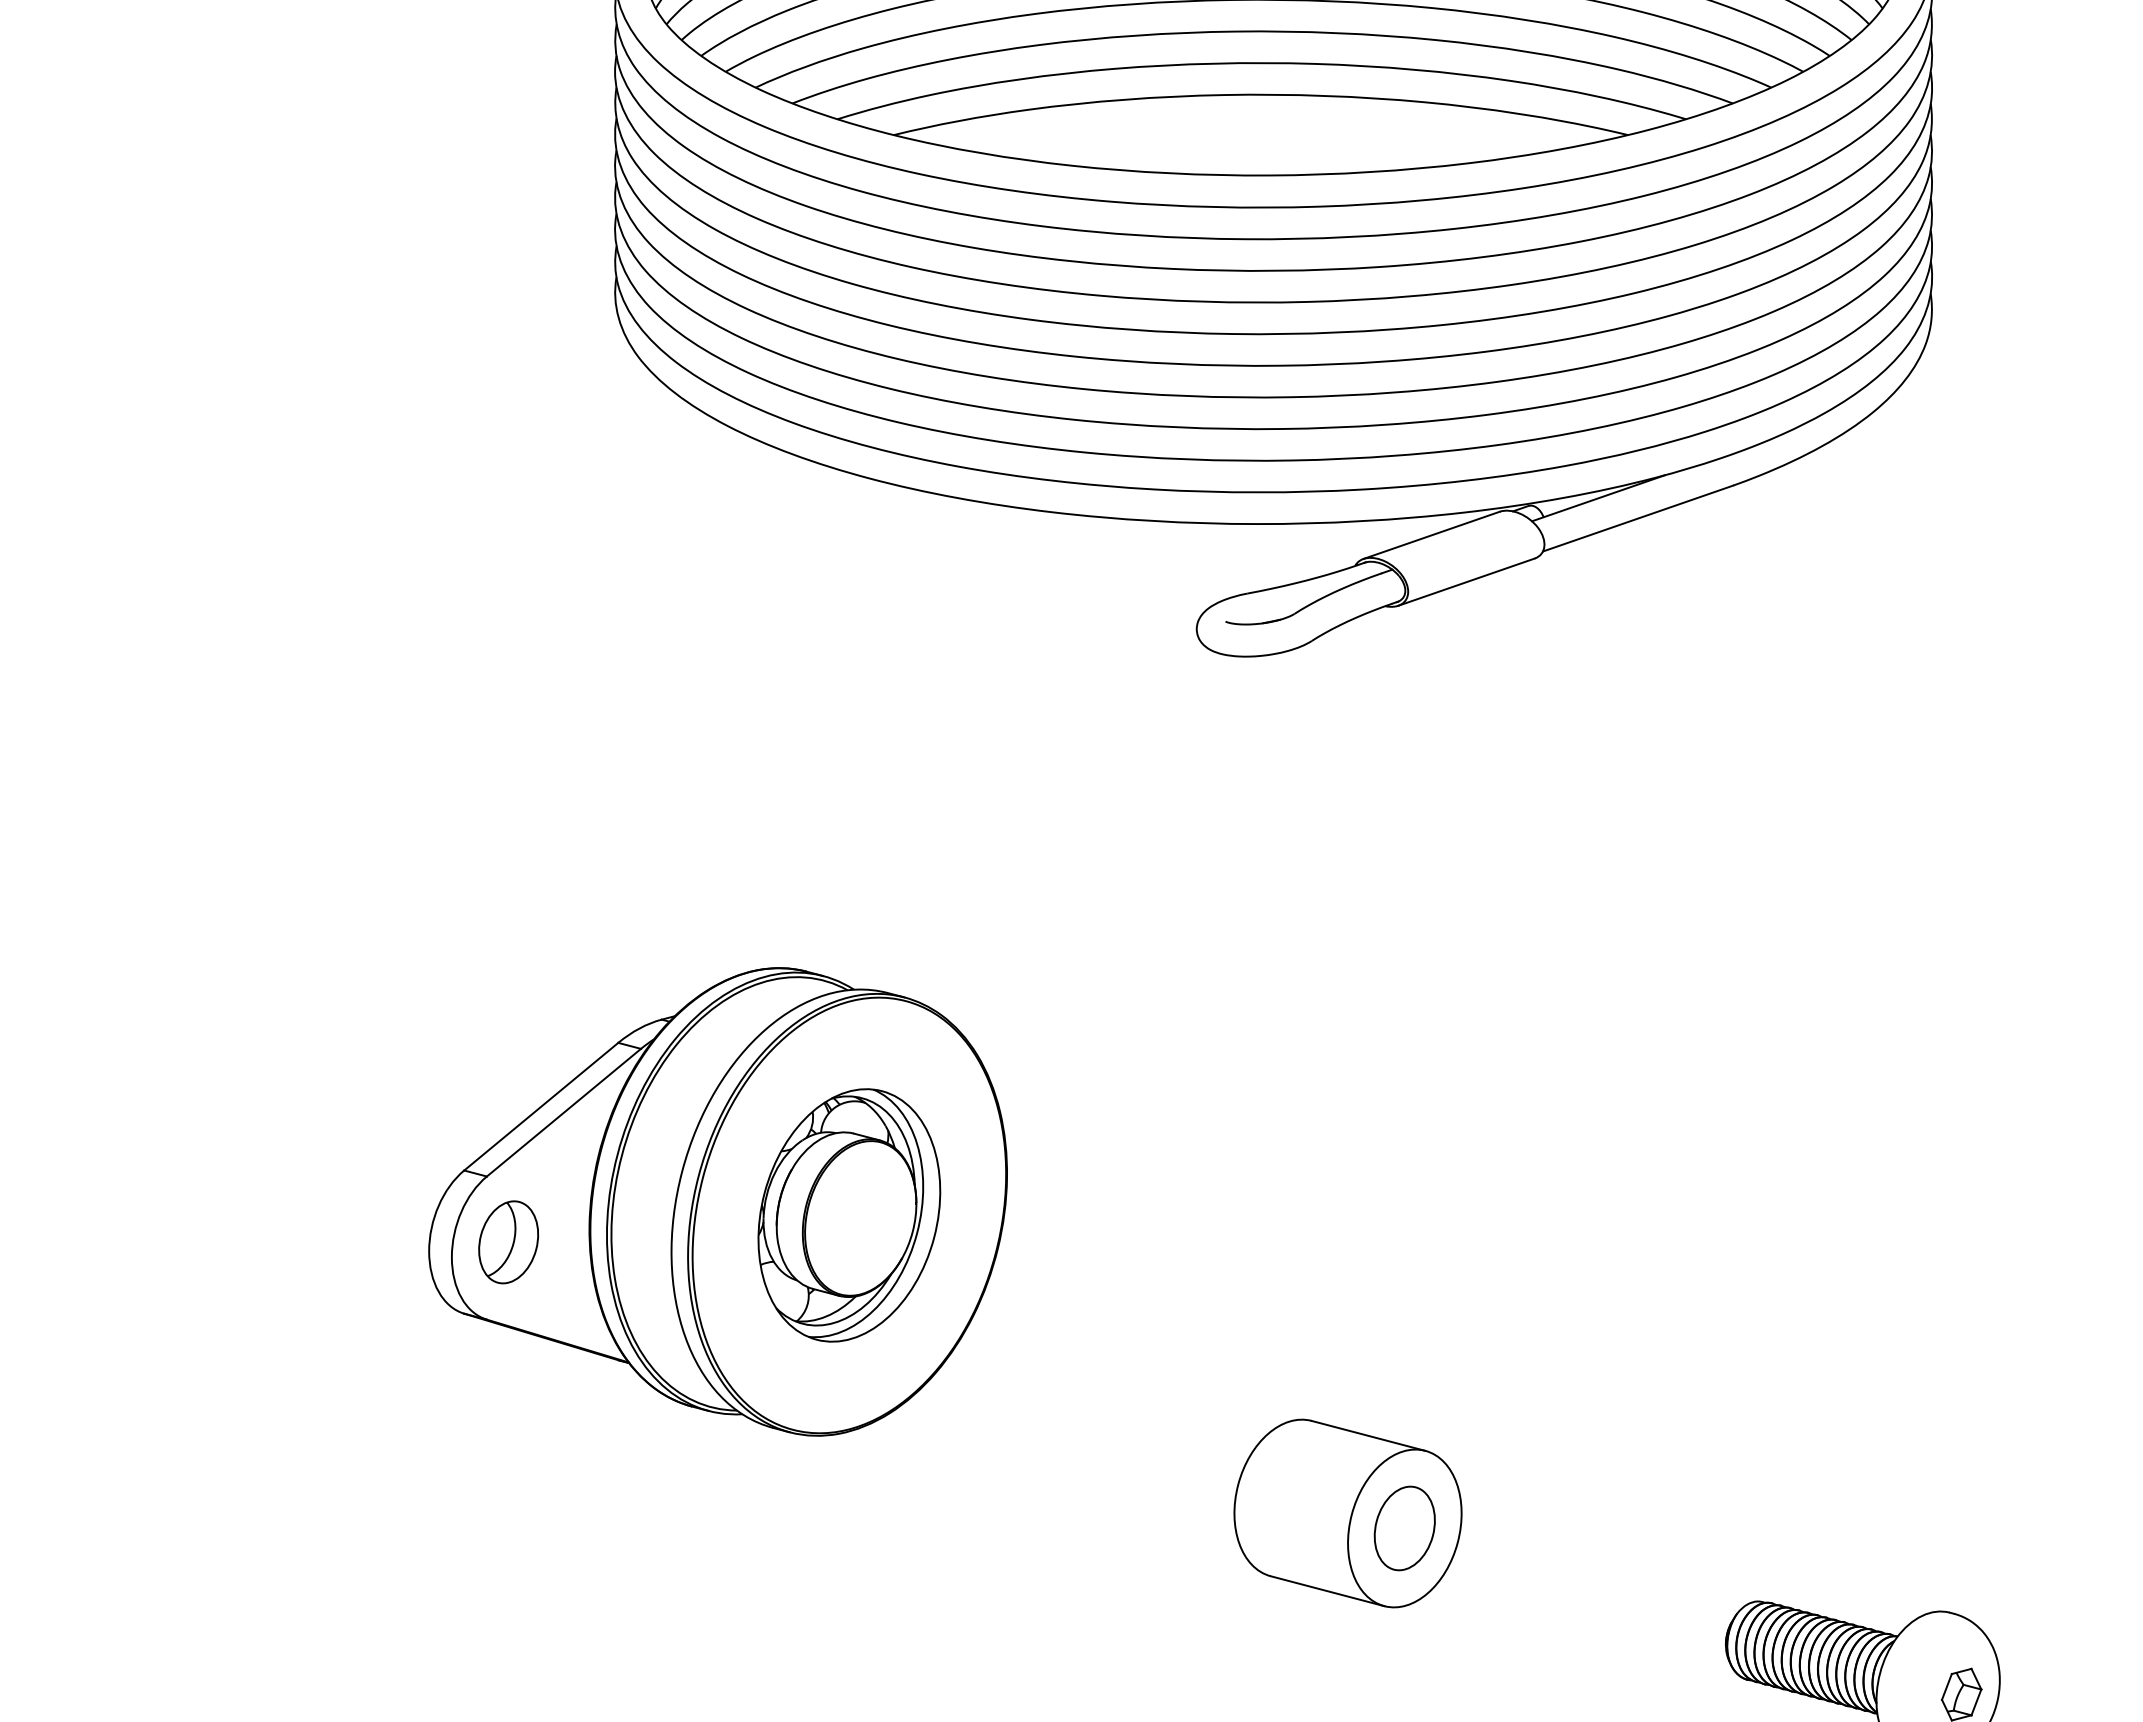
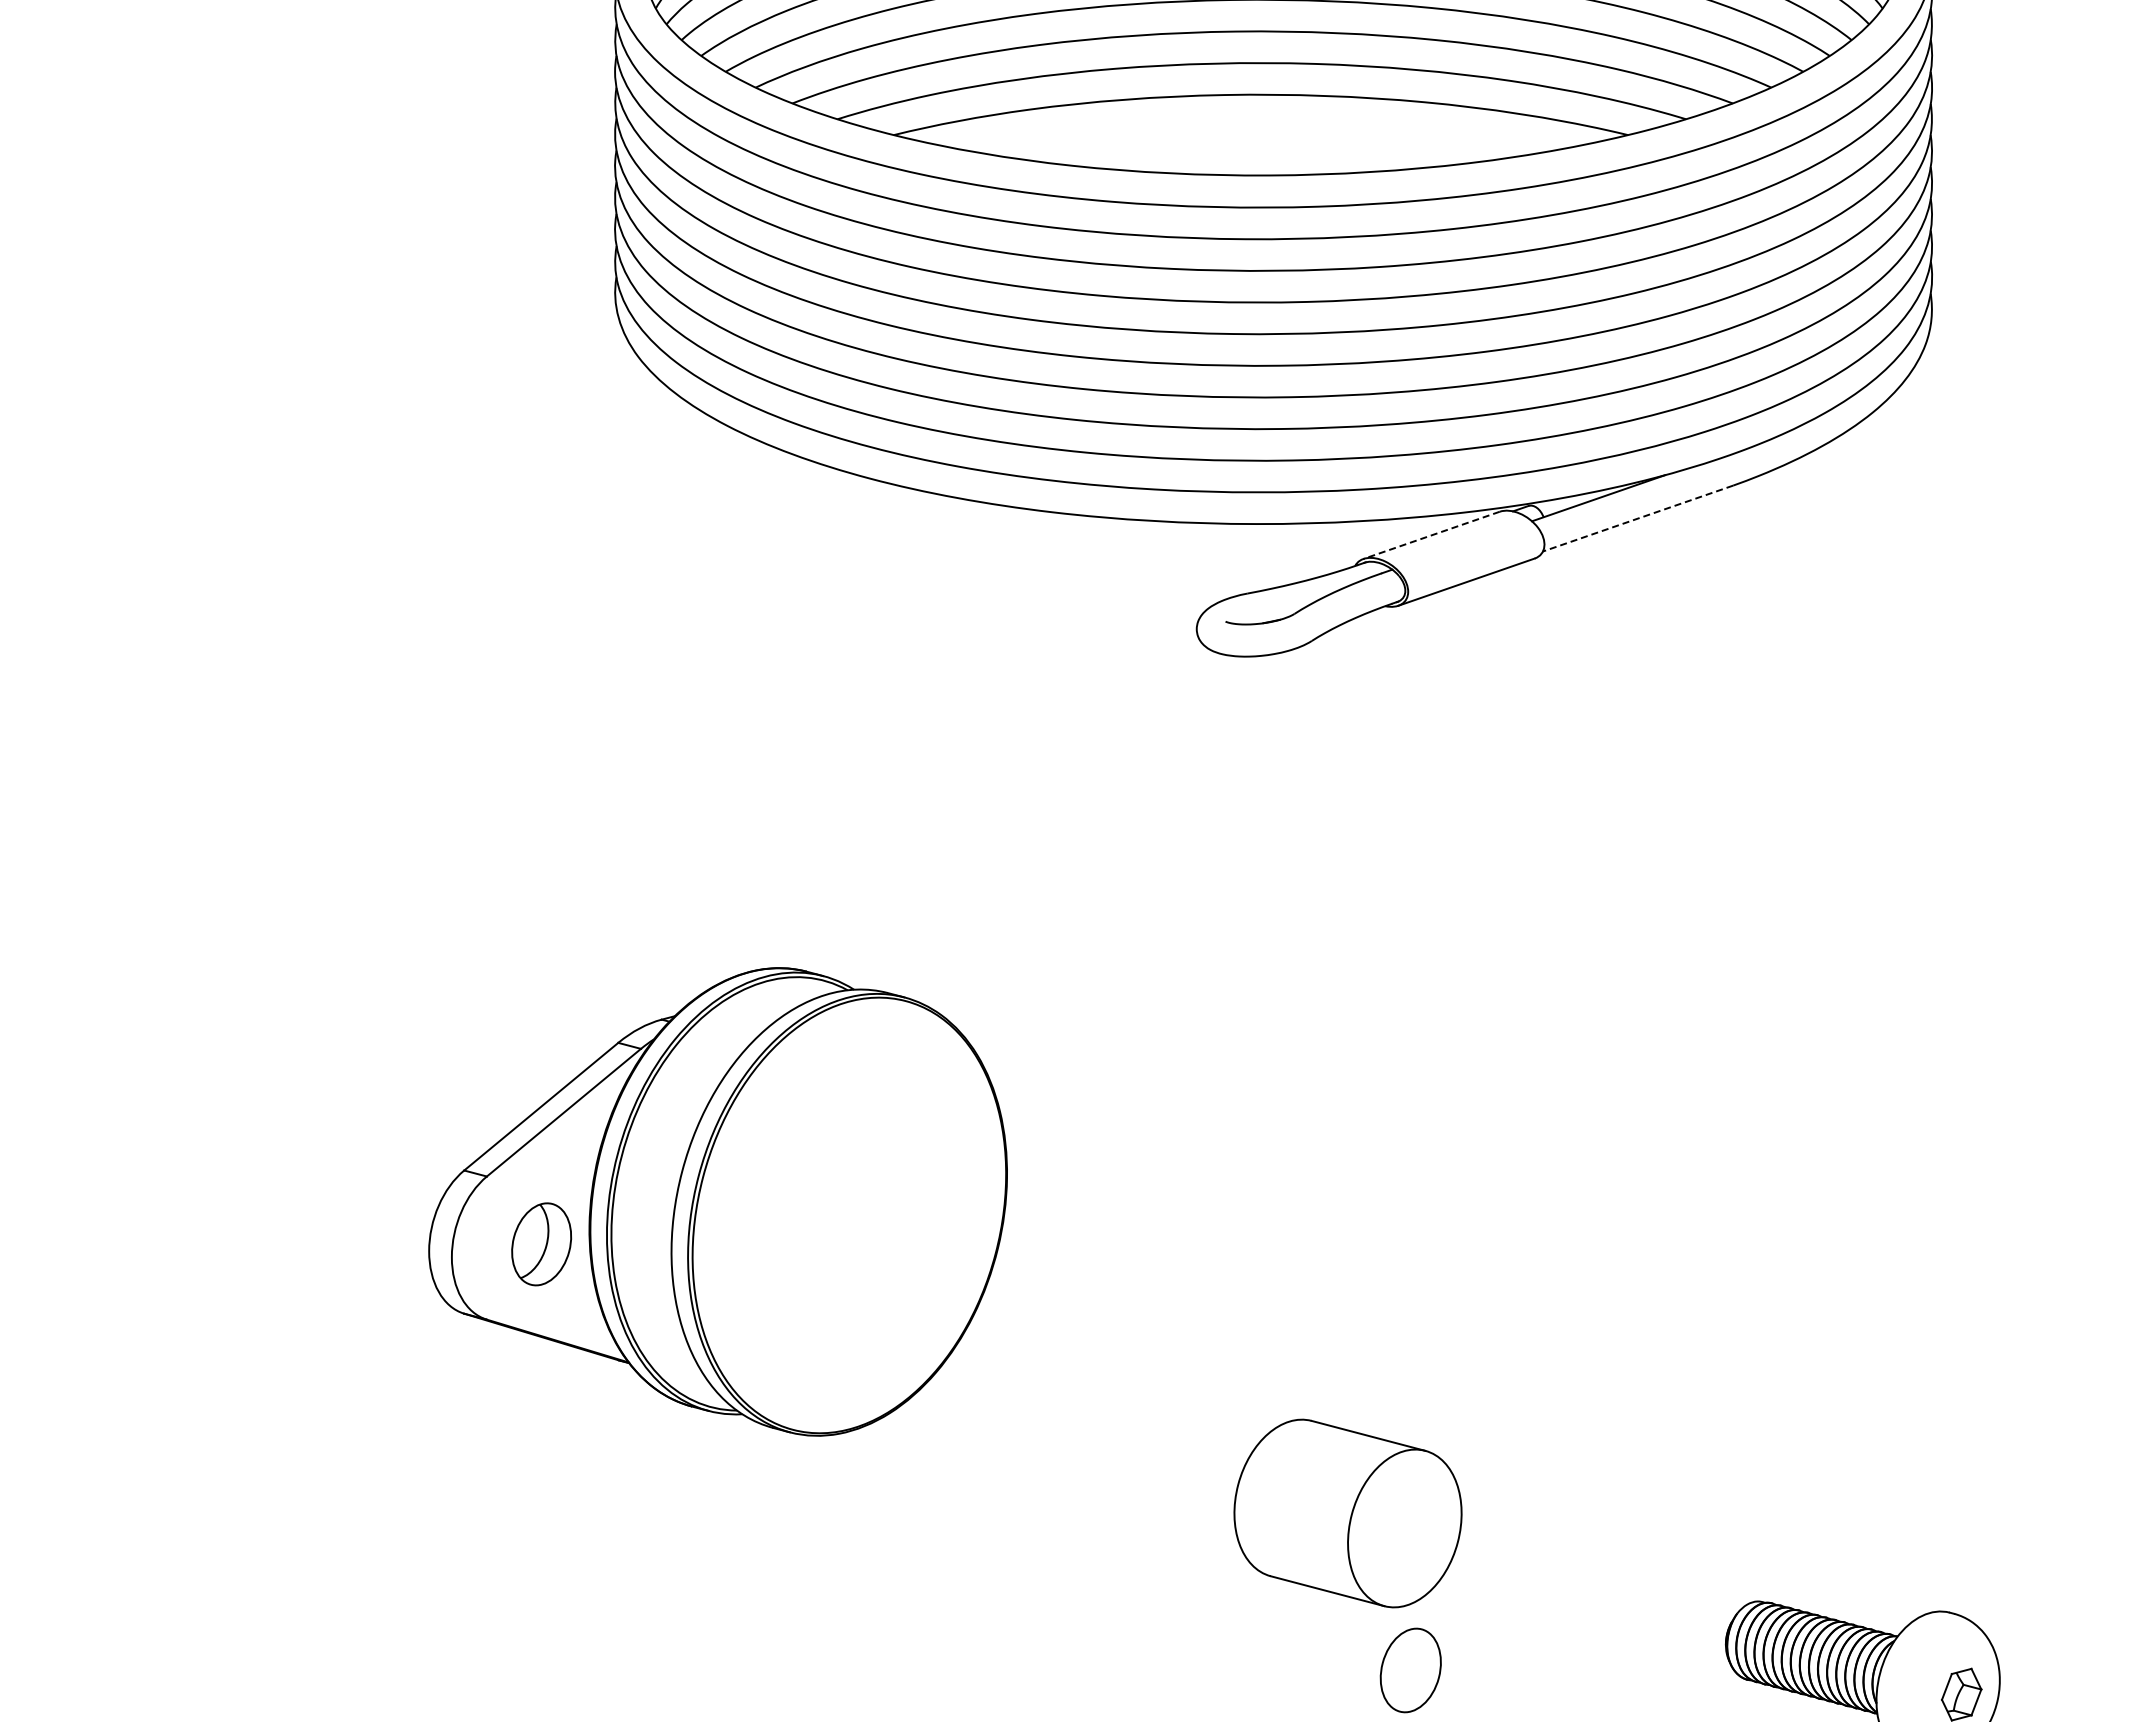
line at (1638, 518): solid -> dashed
line at (1431, 535): solid -> dashed
part at (849, 1215): present -> none
part at (508, 1242) position: (508, 1242) -> (541, 1244)
part at (1404, 1528) position: (1404, 1528) -> (1410, 1670)
